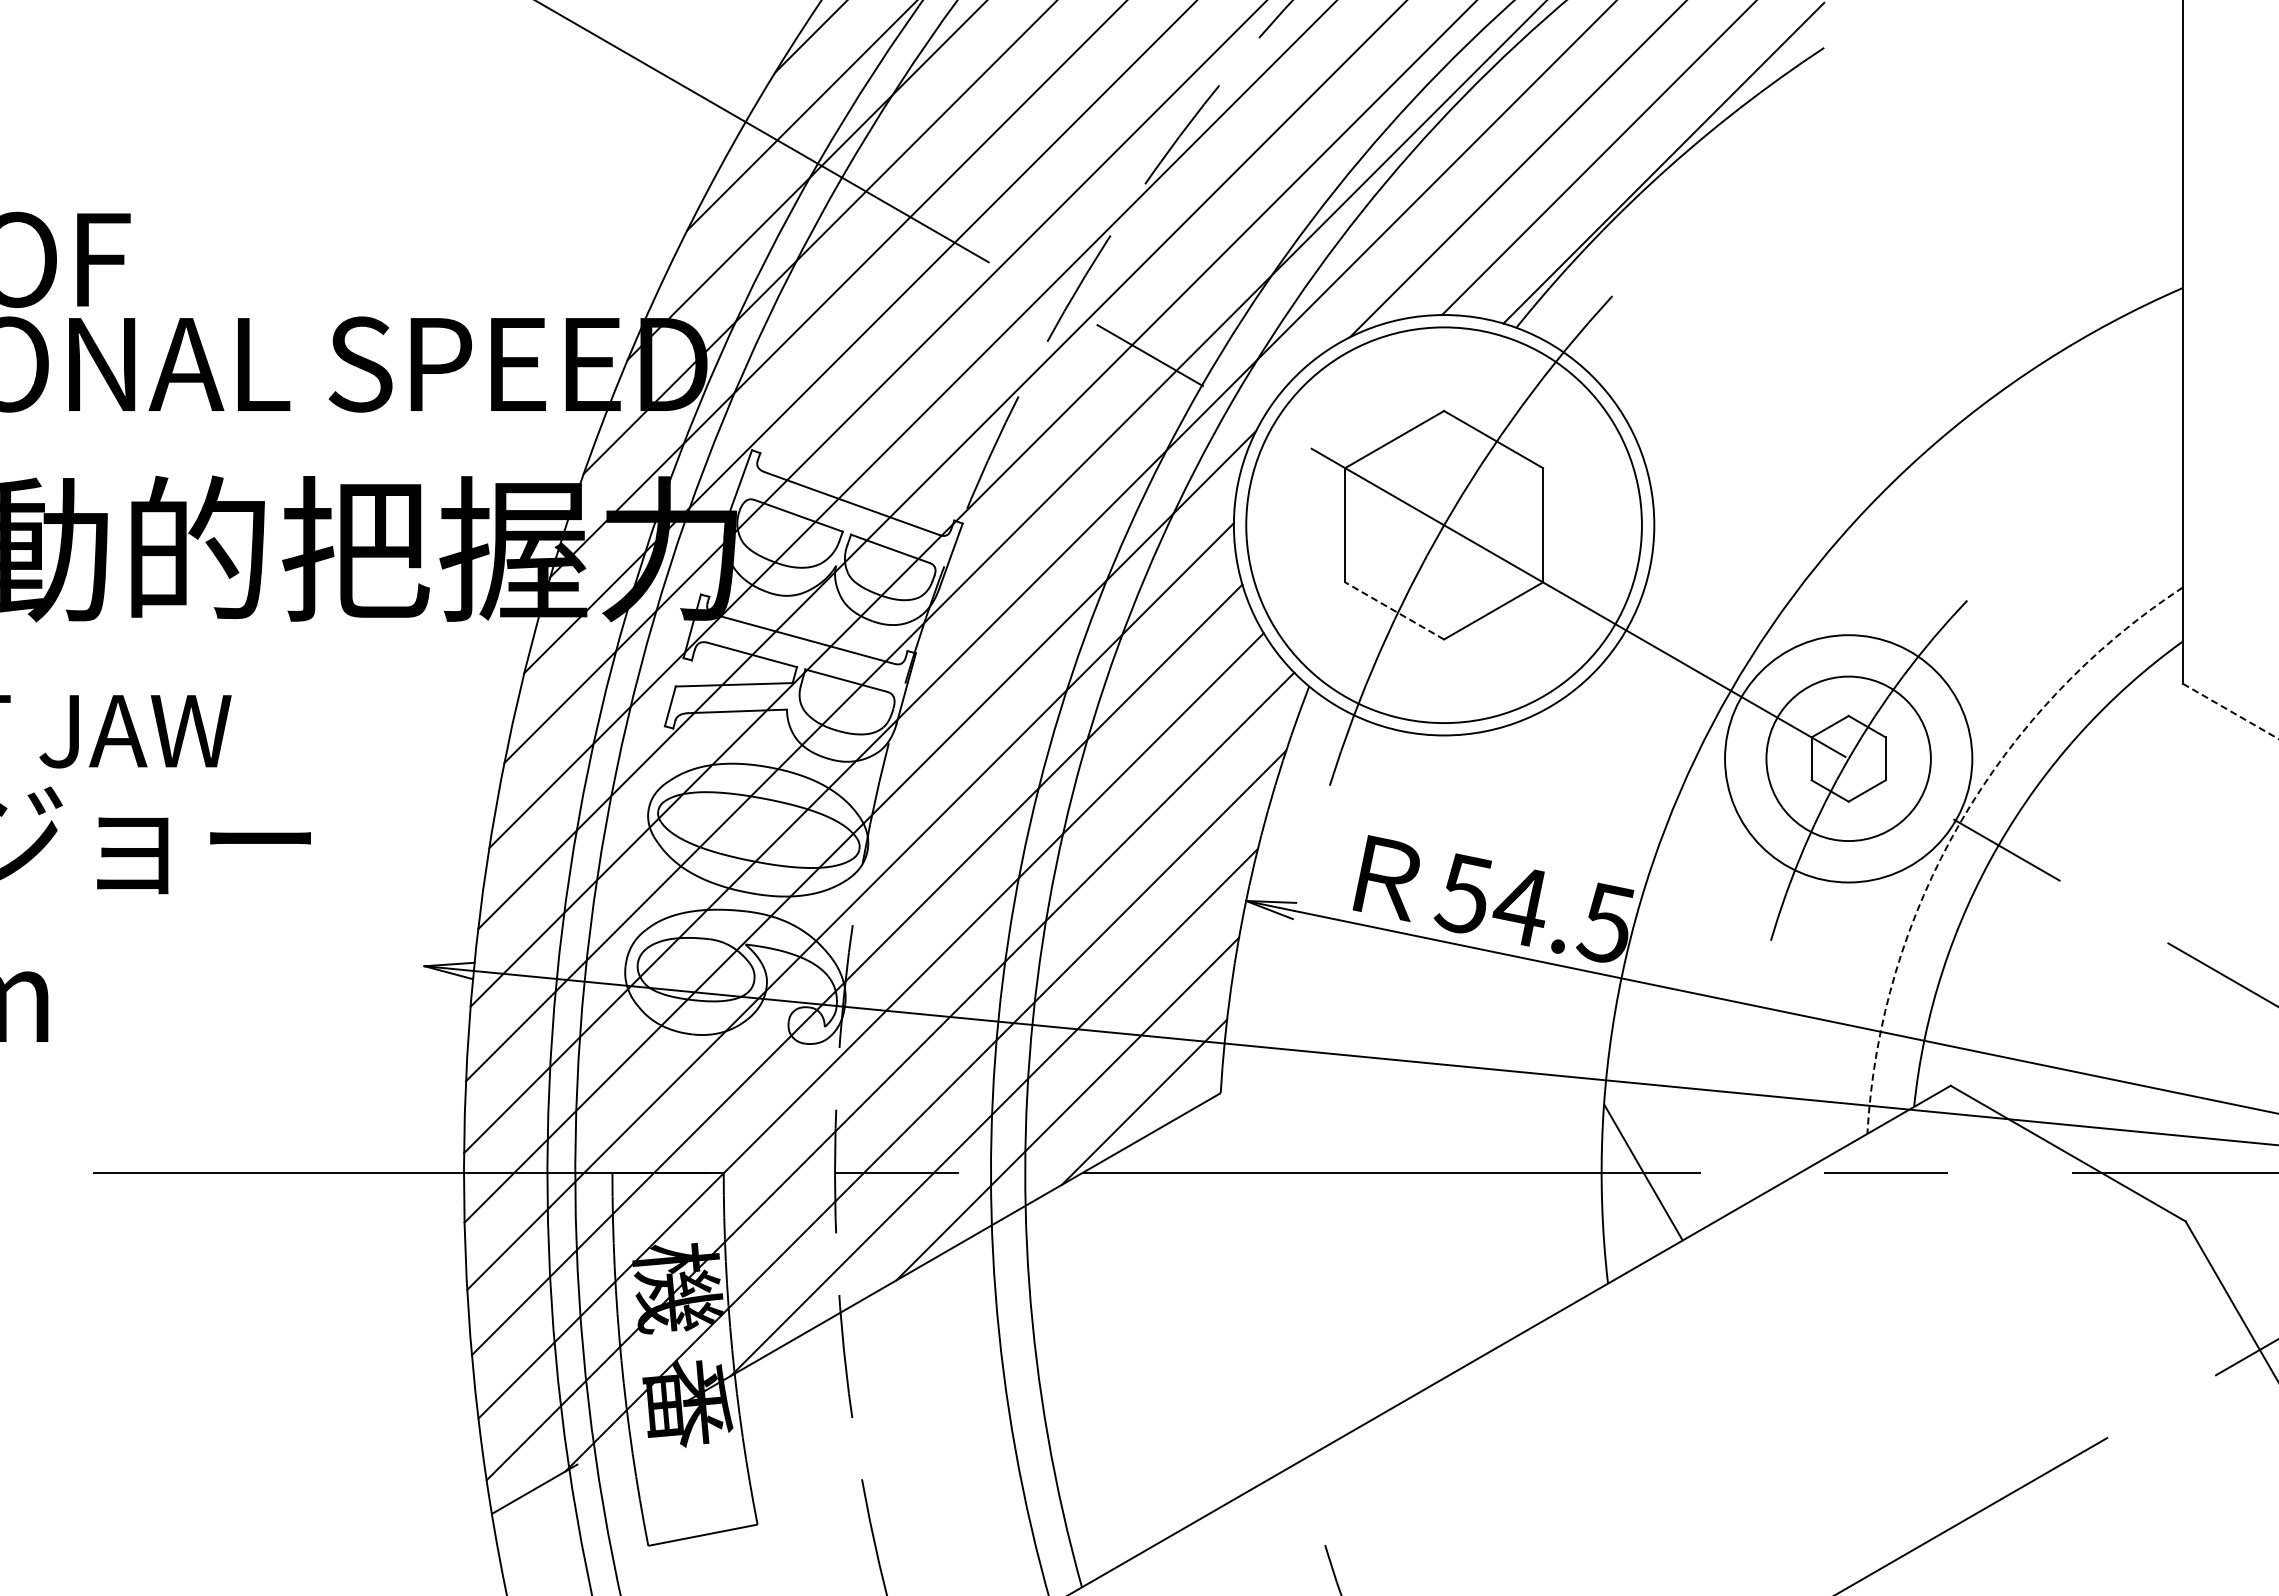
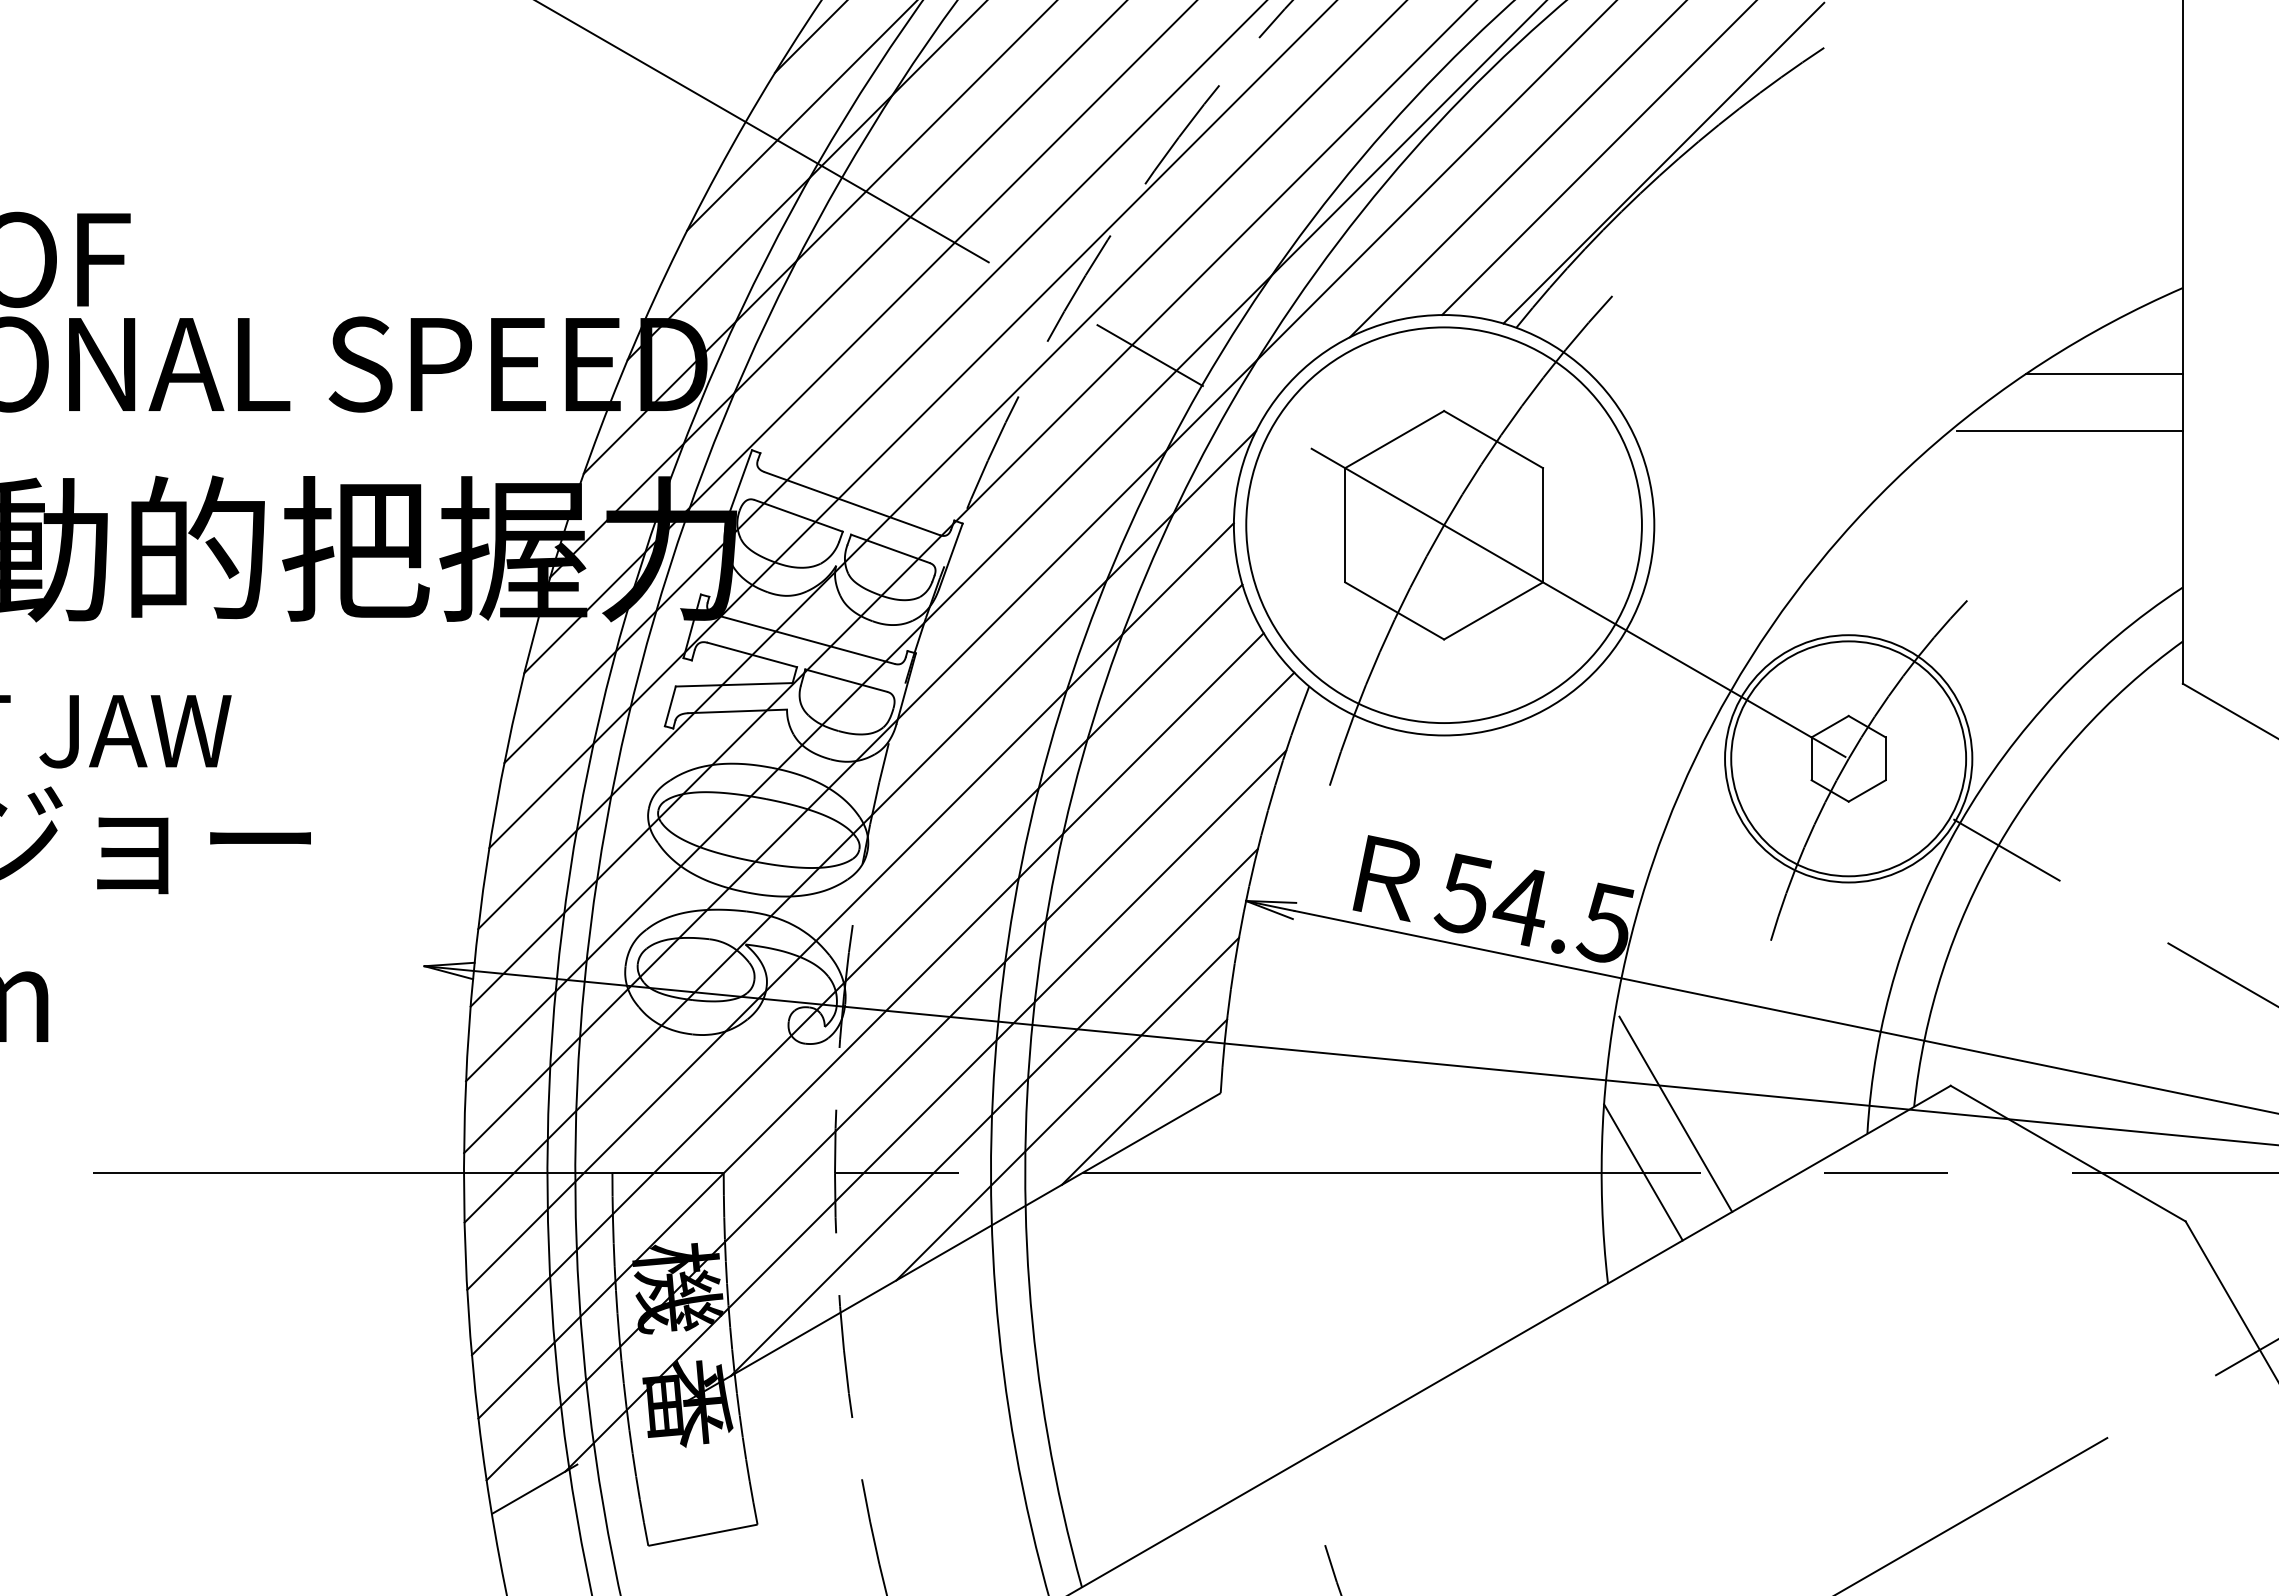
line at (2103, 374): none -> present
line at (2069, 431): none -> present
line at (1394, 610): dashed -> solid
line at (2231, 711): dashed -> solid
circle at (1848, 758) diameter: 164 px -> 235 px
arc at (1960, 823): dashed -> solid
line at (1675, 1113): none -> present
